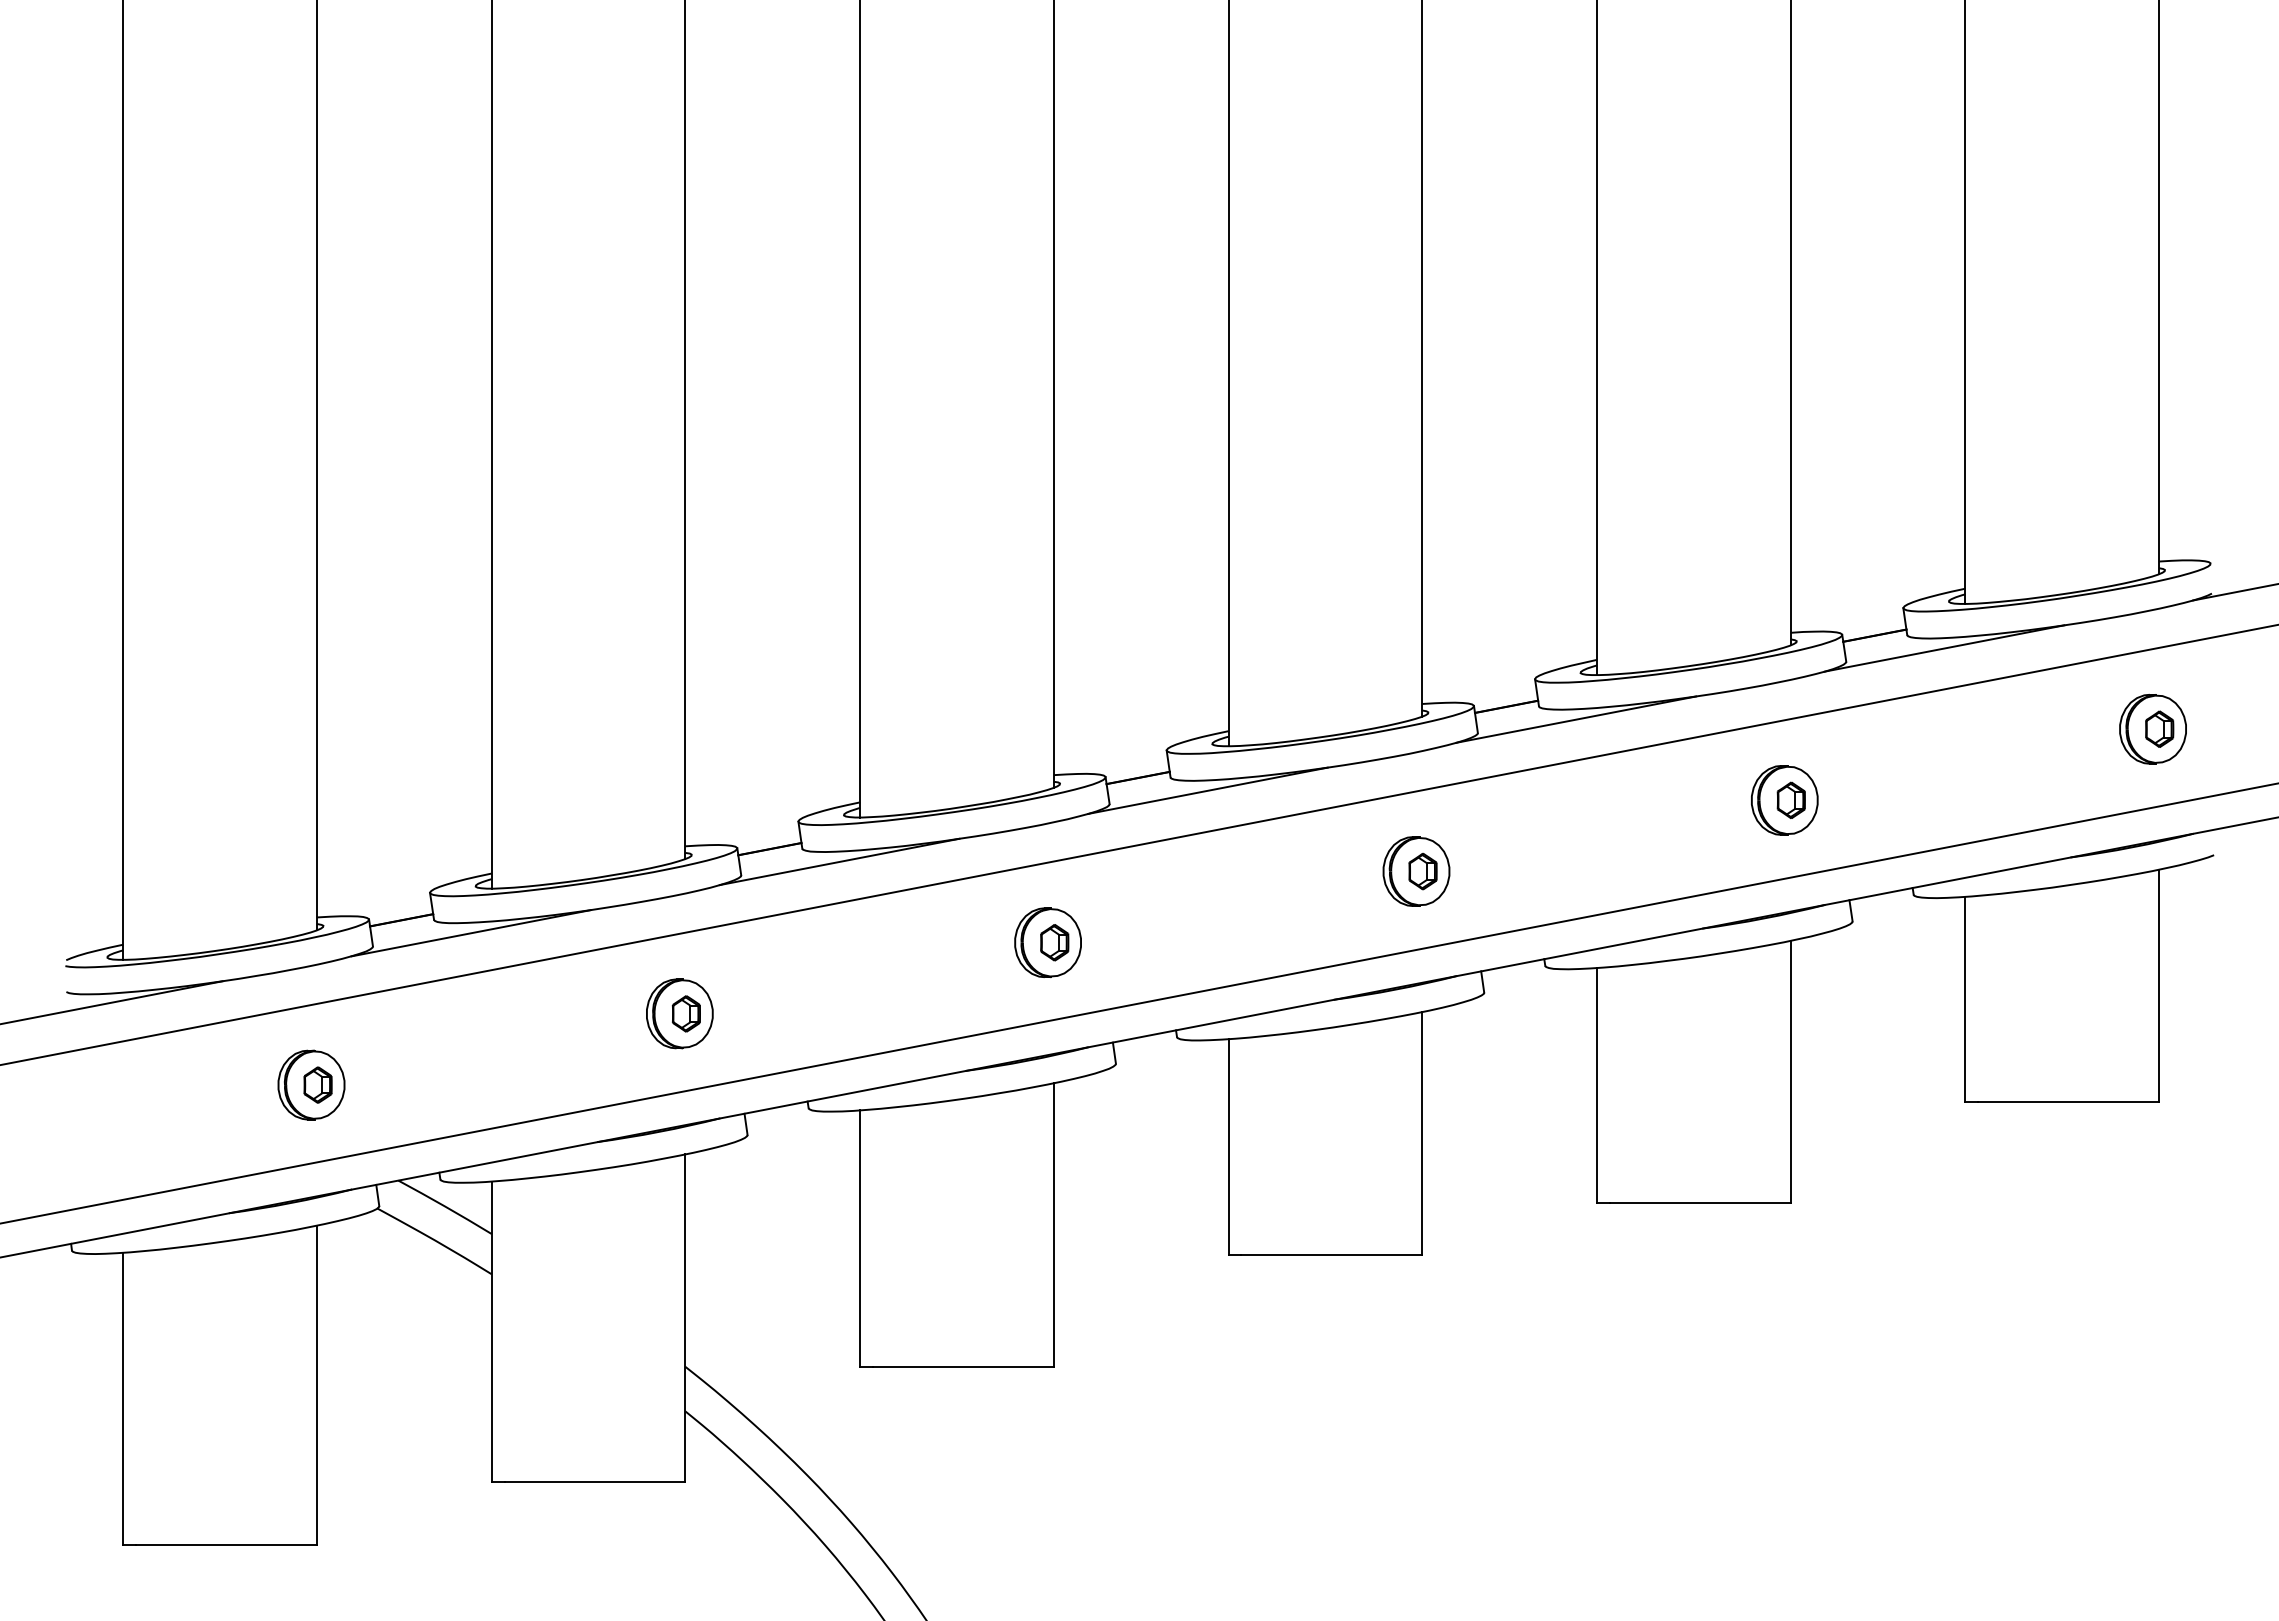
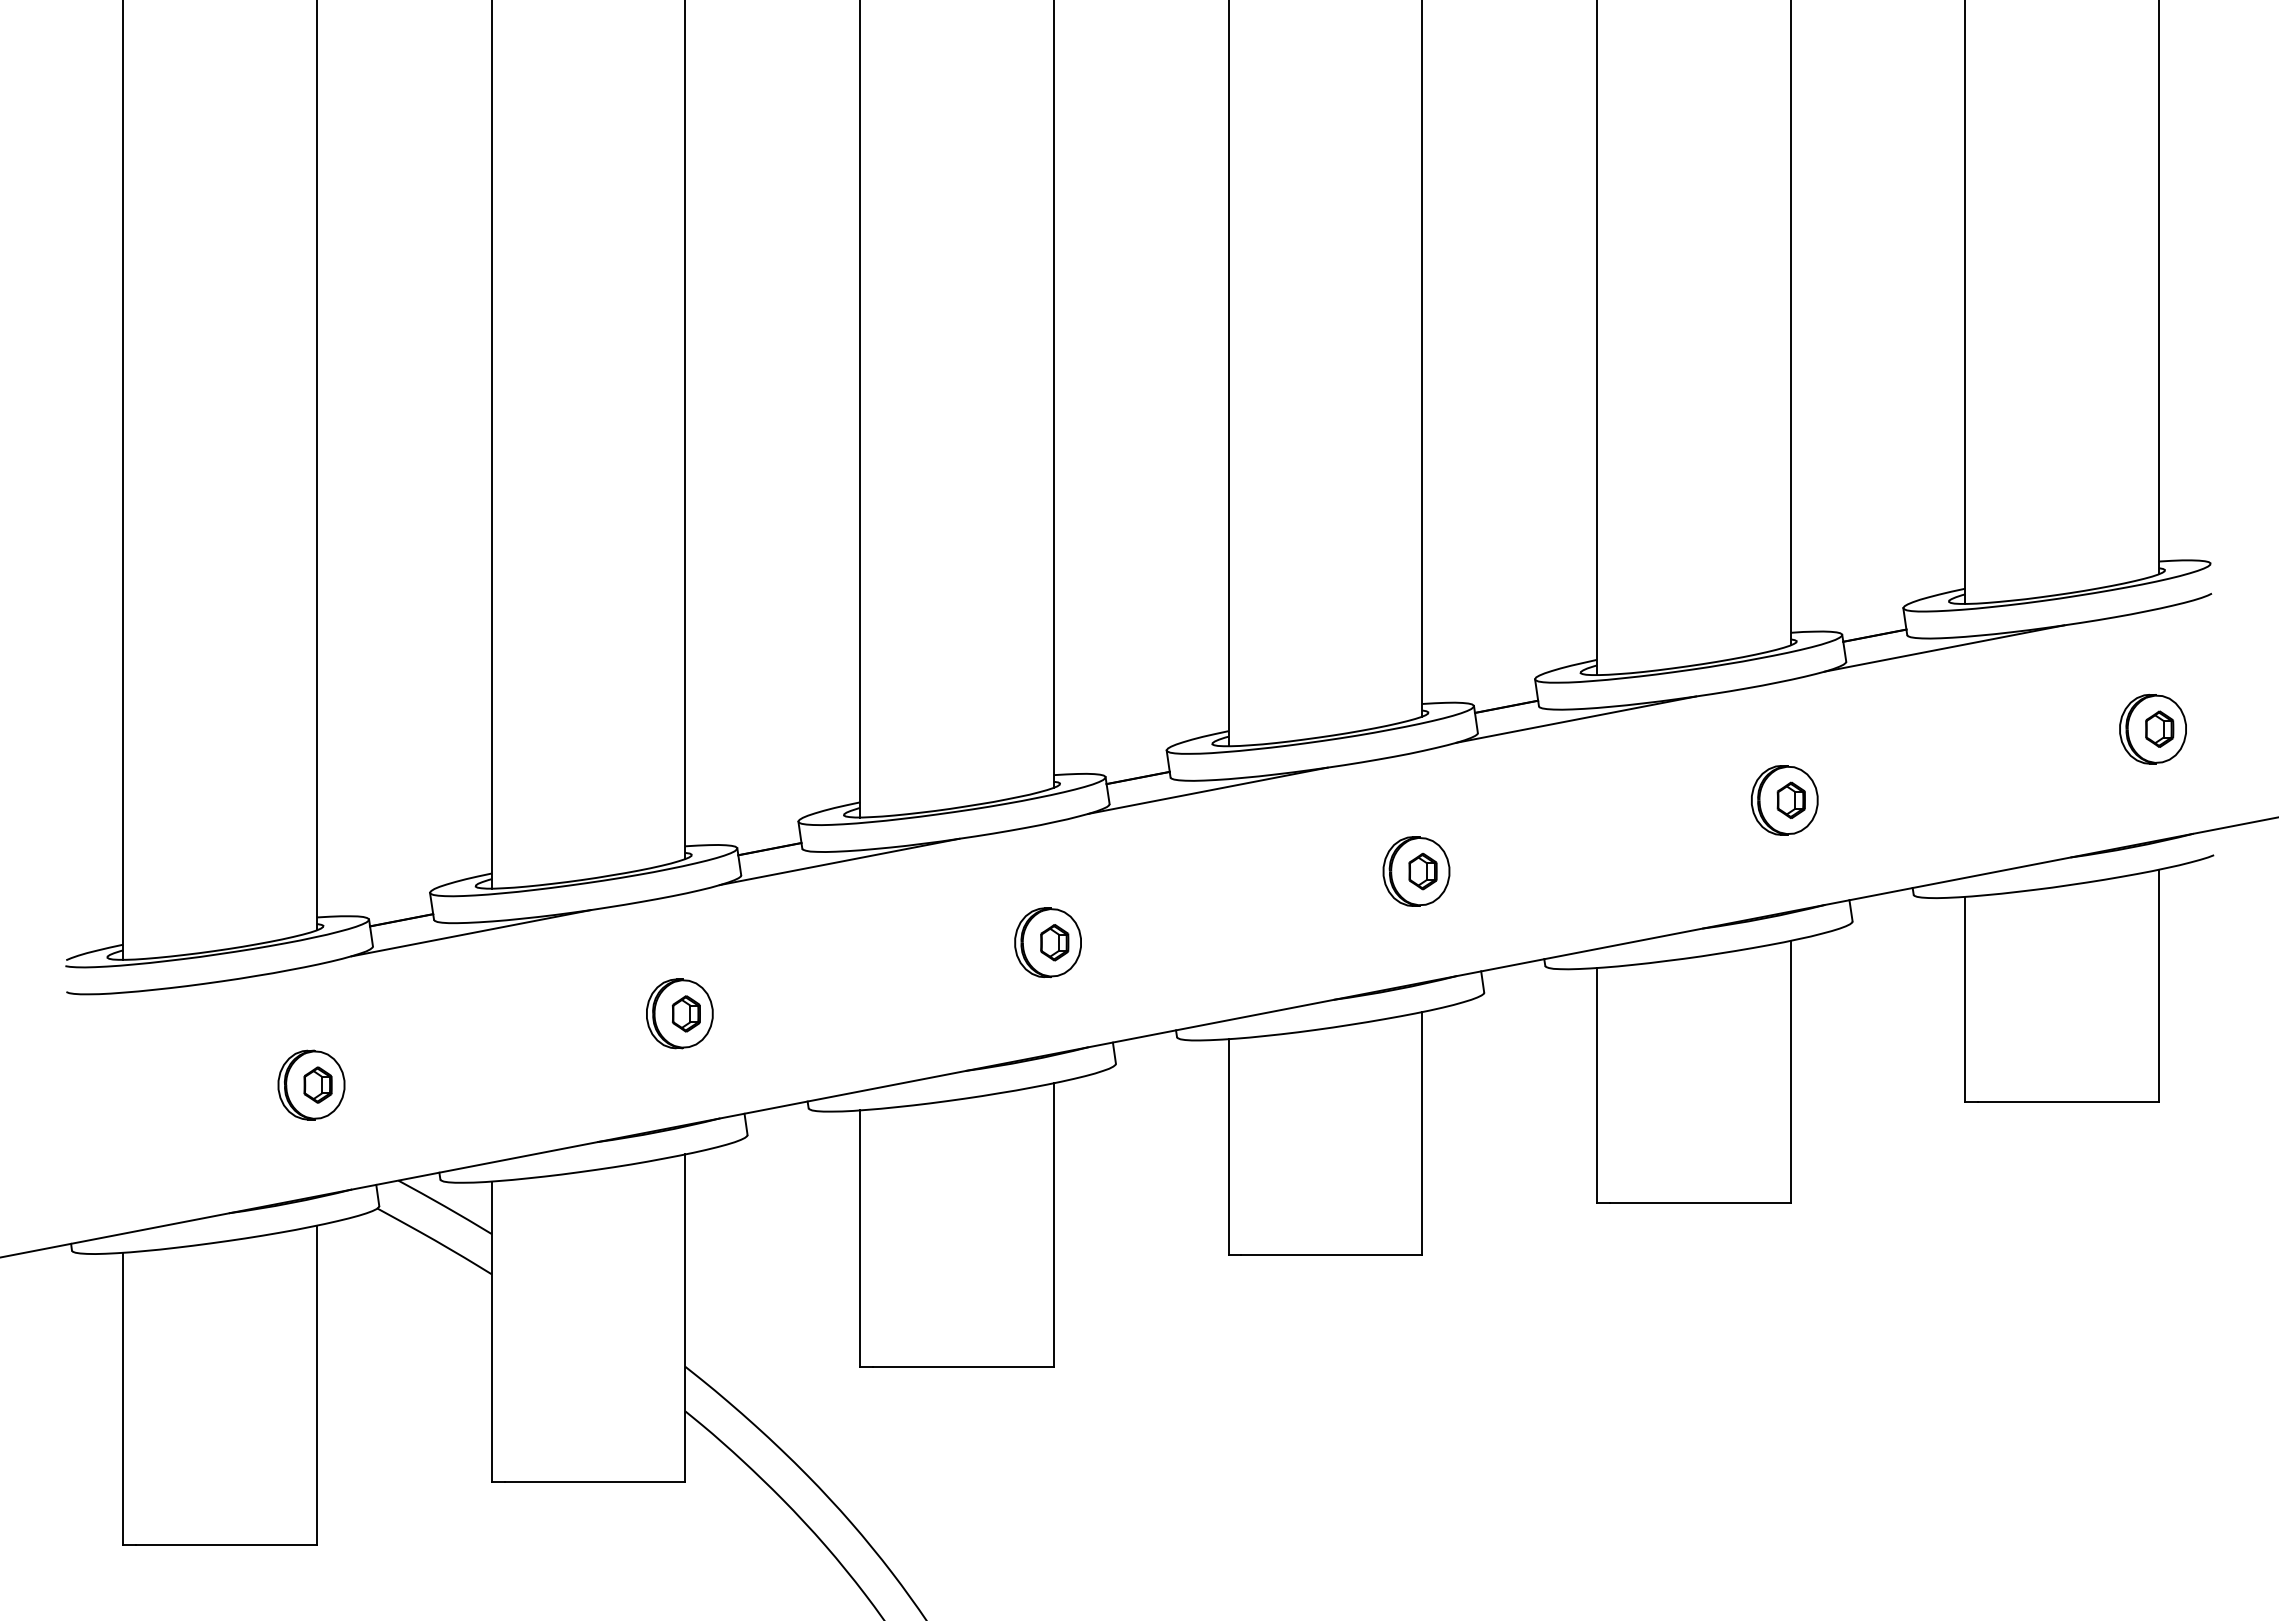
line at (2234, 592): present -> none
line at (1138, 844): present -> none
line at (112, 1002): present -> none
line at (1138, 1003): present -> none
